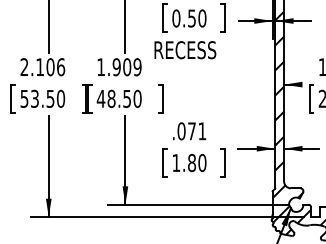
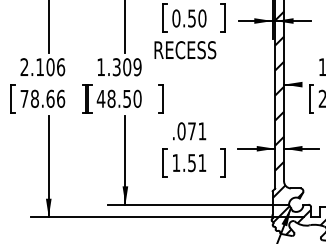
text at (116, 67): 1.909 -> 1.309
text at (42, 98): 53.50 -> 78.66
text at (197, 163): 1.80 -> 1.51
